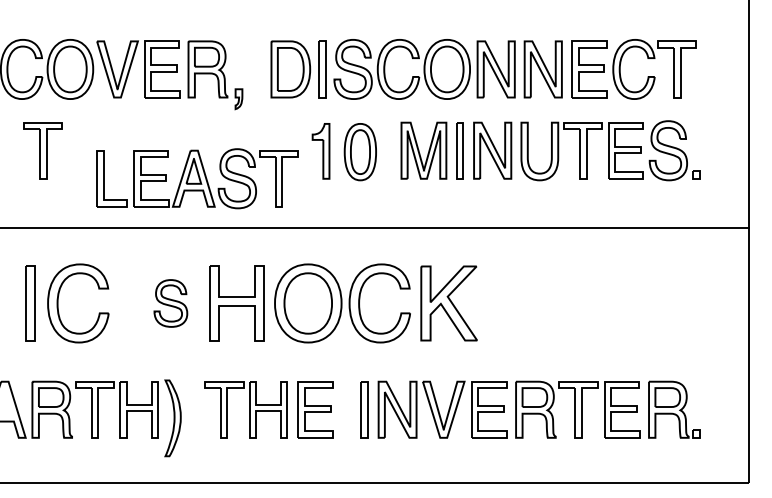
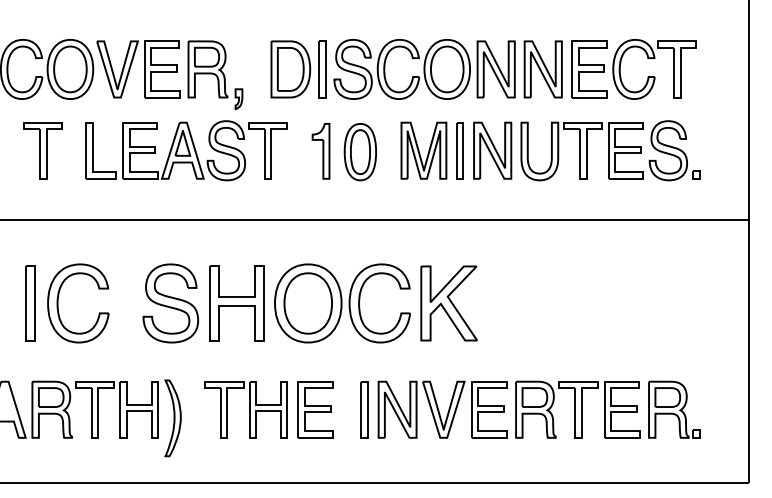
part at (197, 178) position: (197, 178) -> (186, 150)
line at (375, 228) position: (375, 228) -> (375, 220)
part at (170, 303) size: 36x49 px -> 58x81 px
